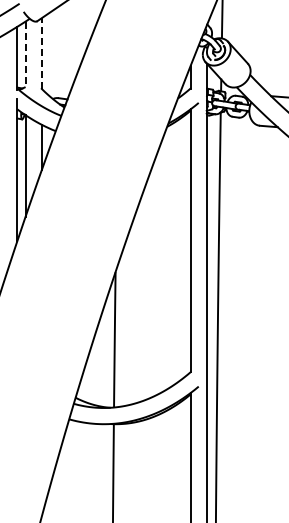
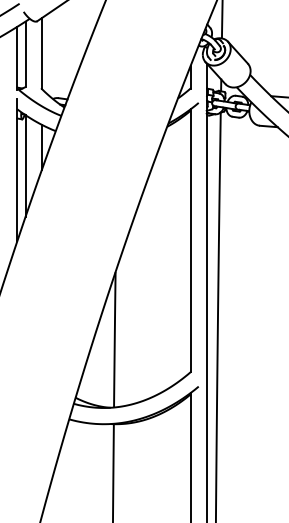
line at (41, 53): dashed -> solid
line at (25, 54): dashed -> solid
